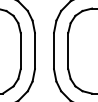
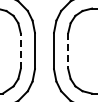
line at (20, 50): solid -> dashed
line at (68, 51): solid -> dashed
